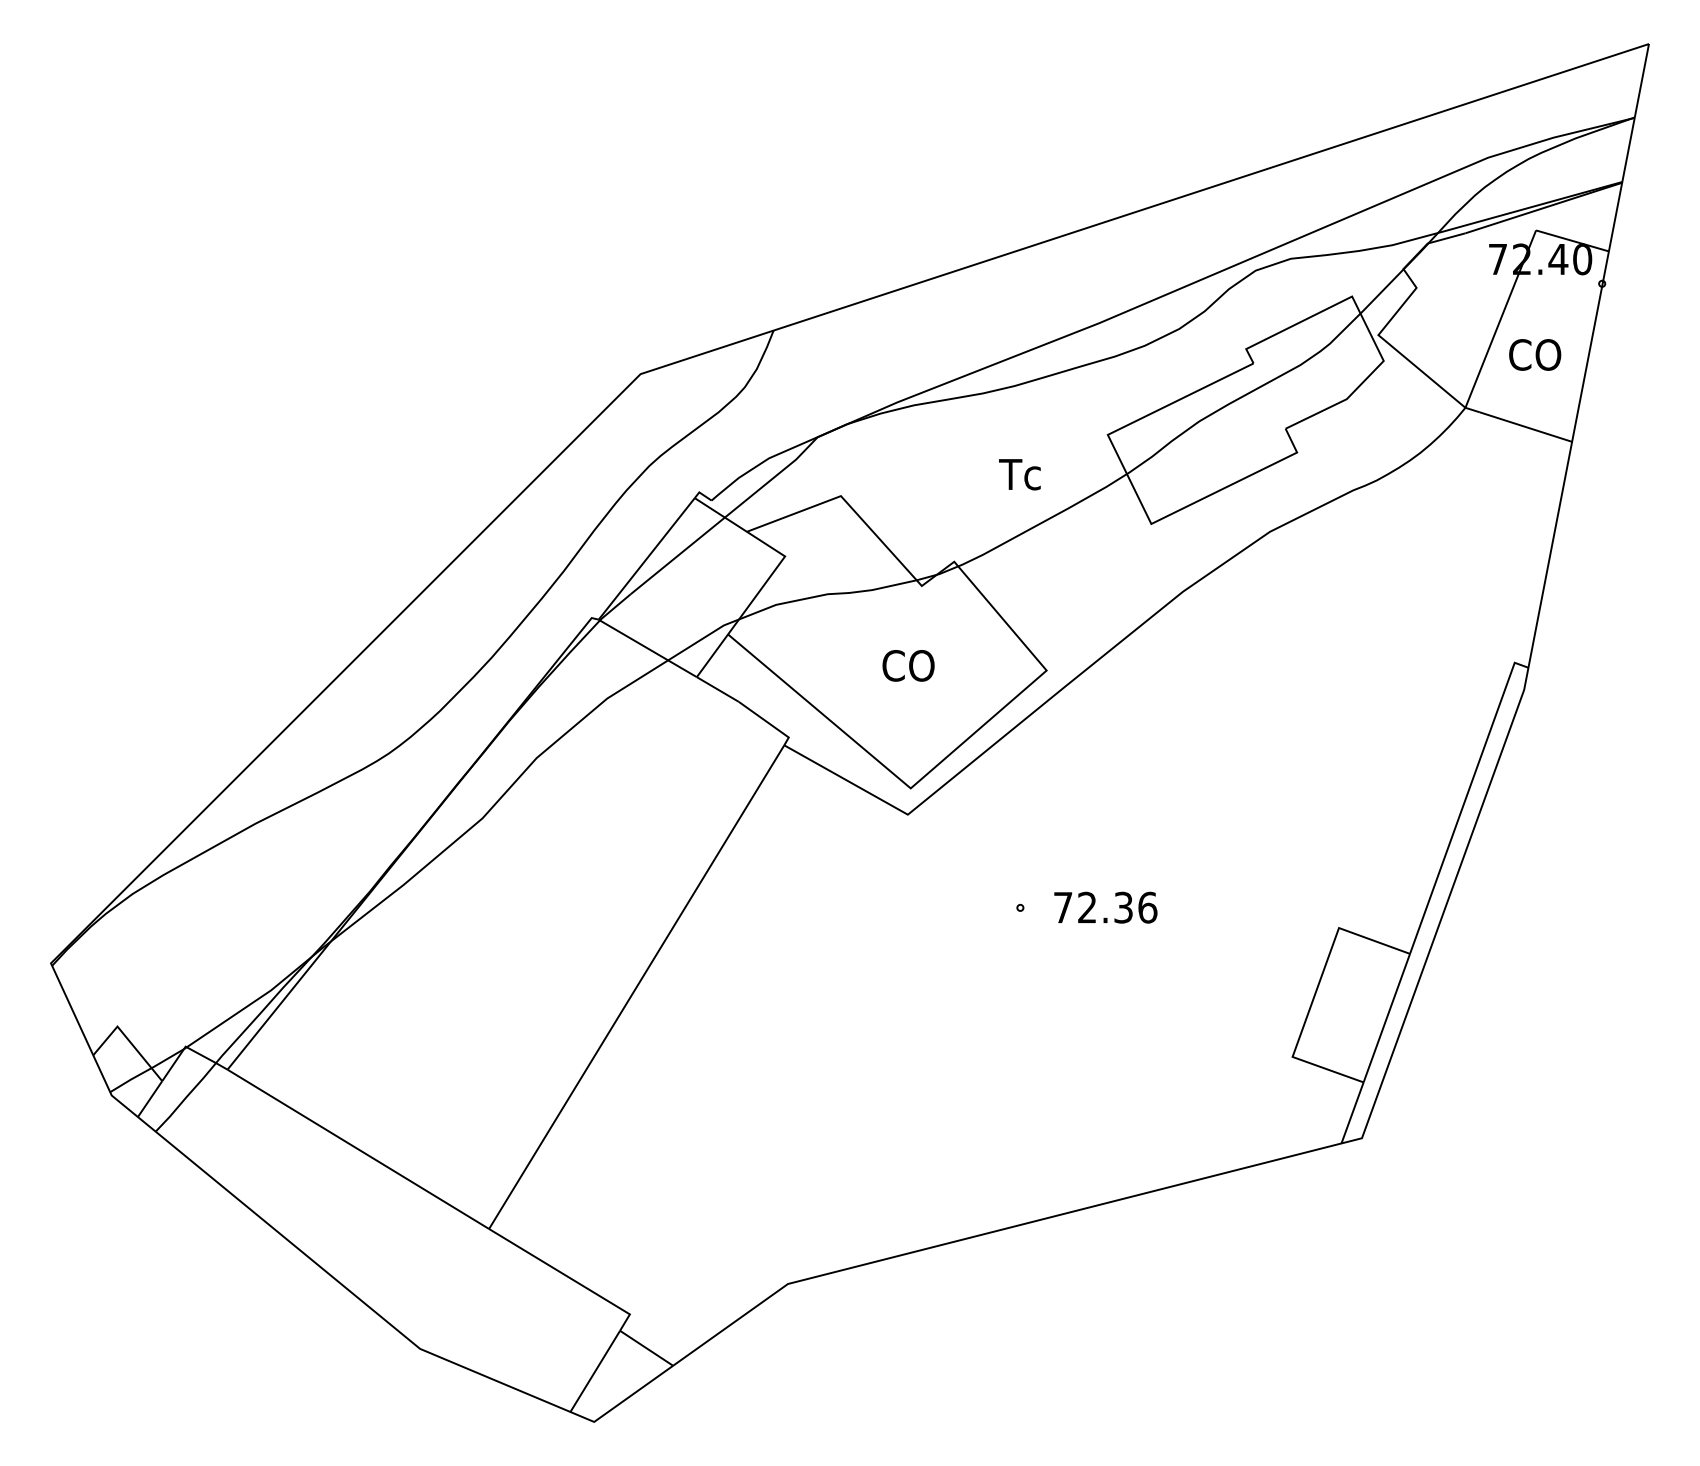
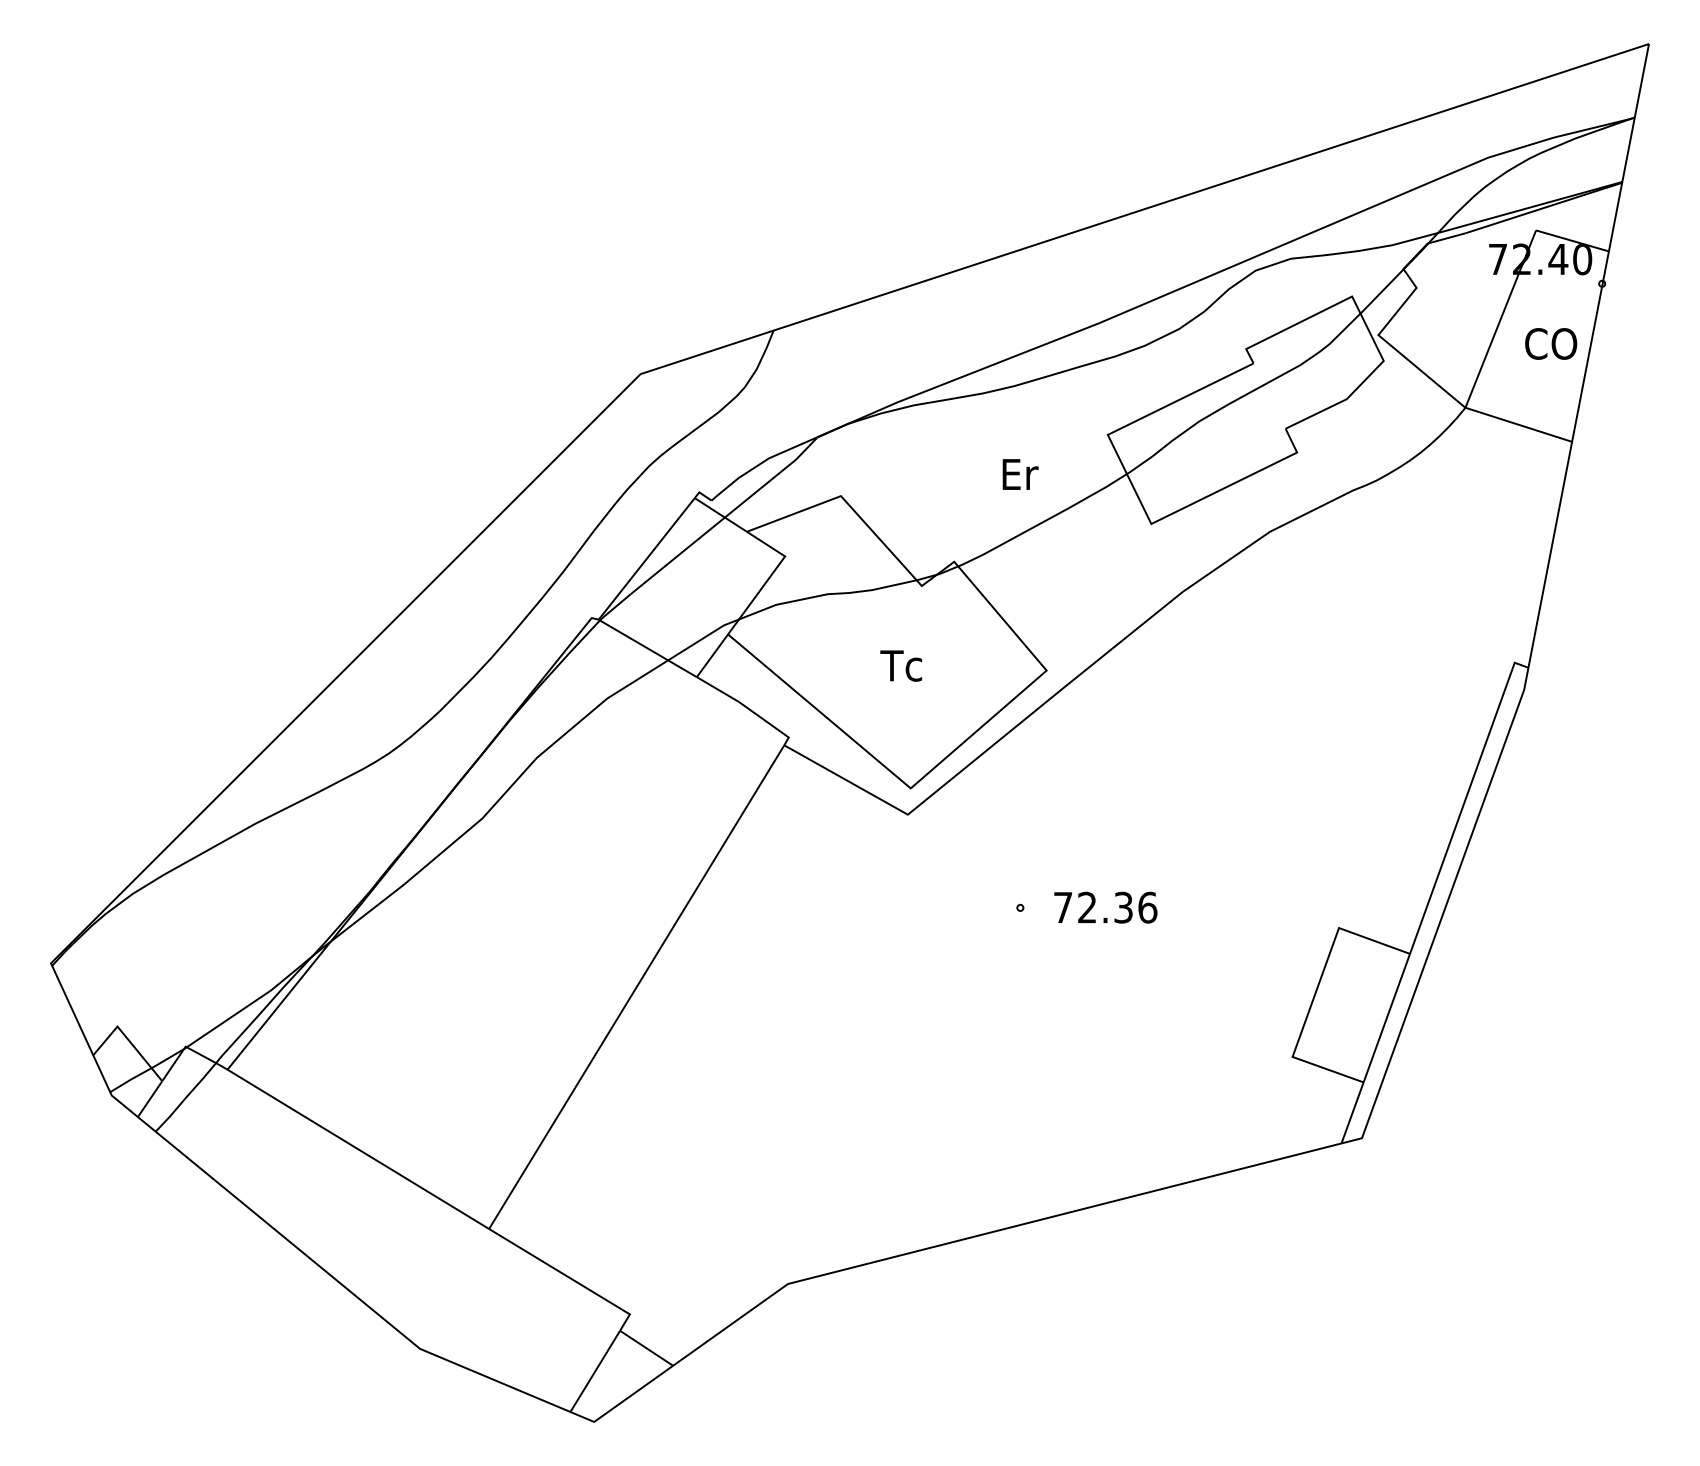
text at (1535, 354) position: (1535, 354) -> (1551, 343)
text at (1019, 474): Tc -> Er
text at (907, 665): CO -> Tc
